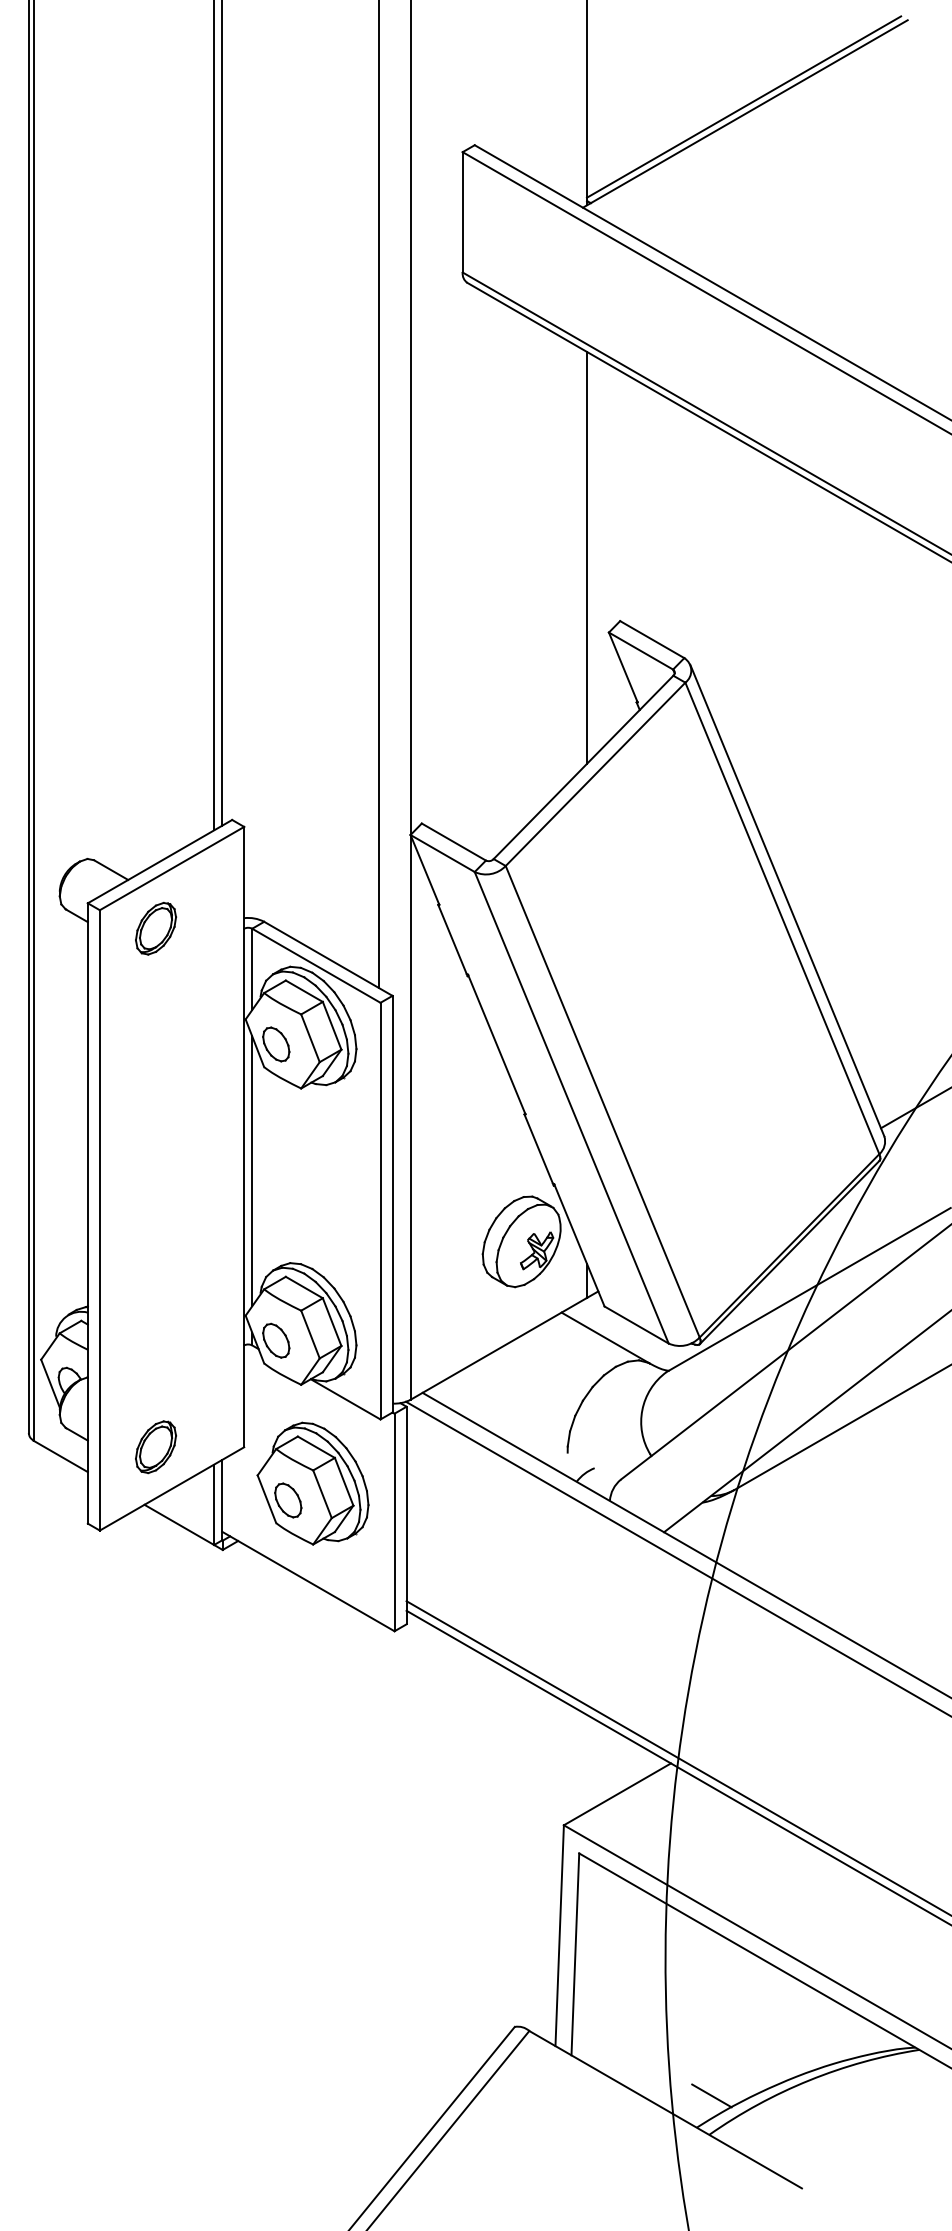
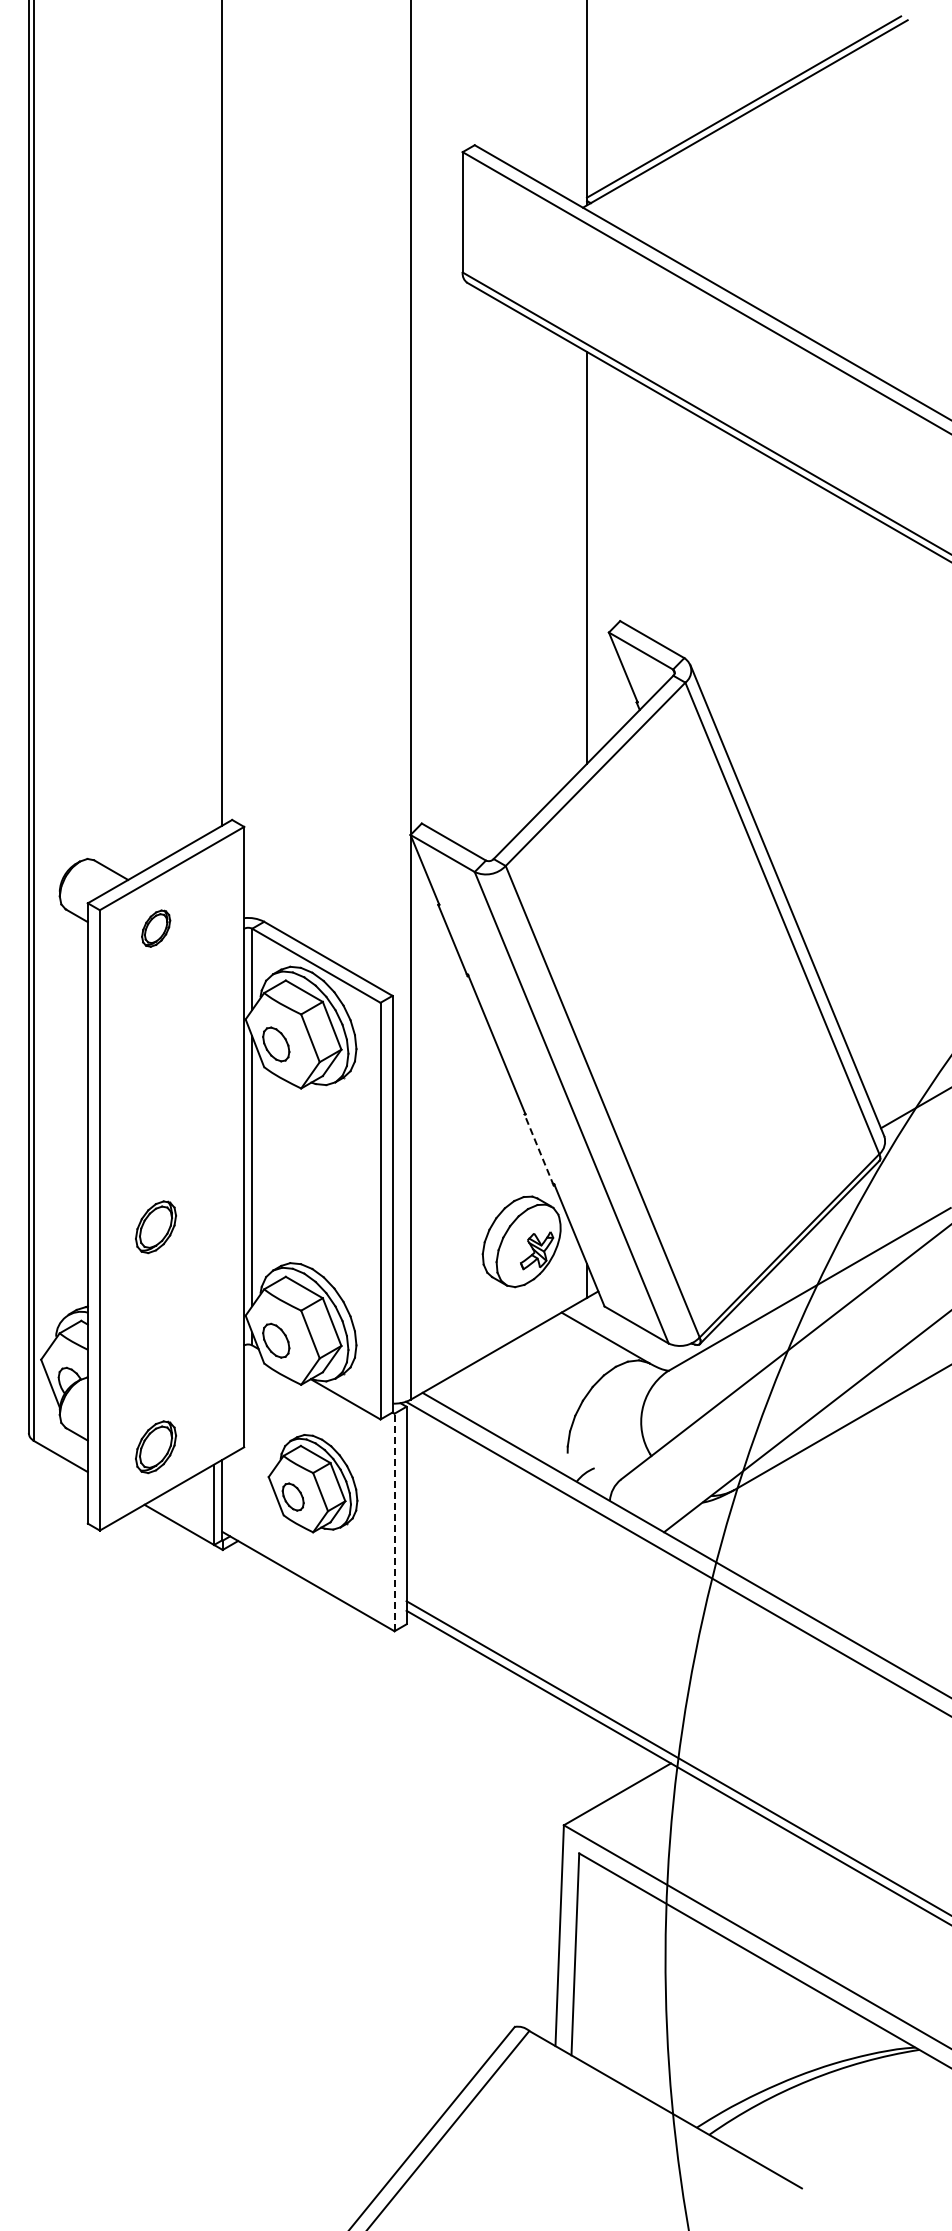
line at (214, 416): present -> none
line at (378, 494): present -> none
part at (156, 928) size: 43x55 px -> 31x39 px
line at (539, 1150): solid -> dashed
part at (155, 1227): none -> present
part at (312, 1483) size: 114x125 px -> 92x100 px
line at (394, 1522): solid -> dashed
line at (711, 2095): present -> none
